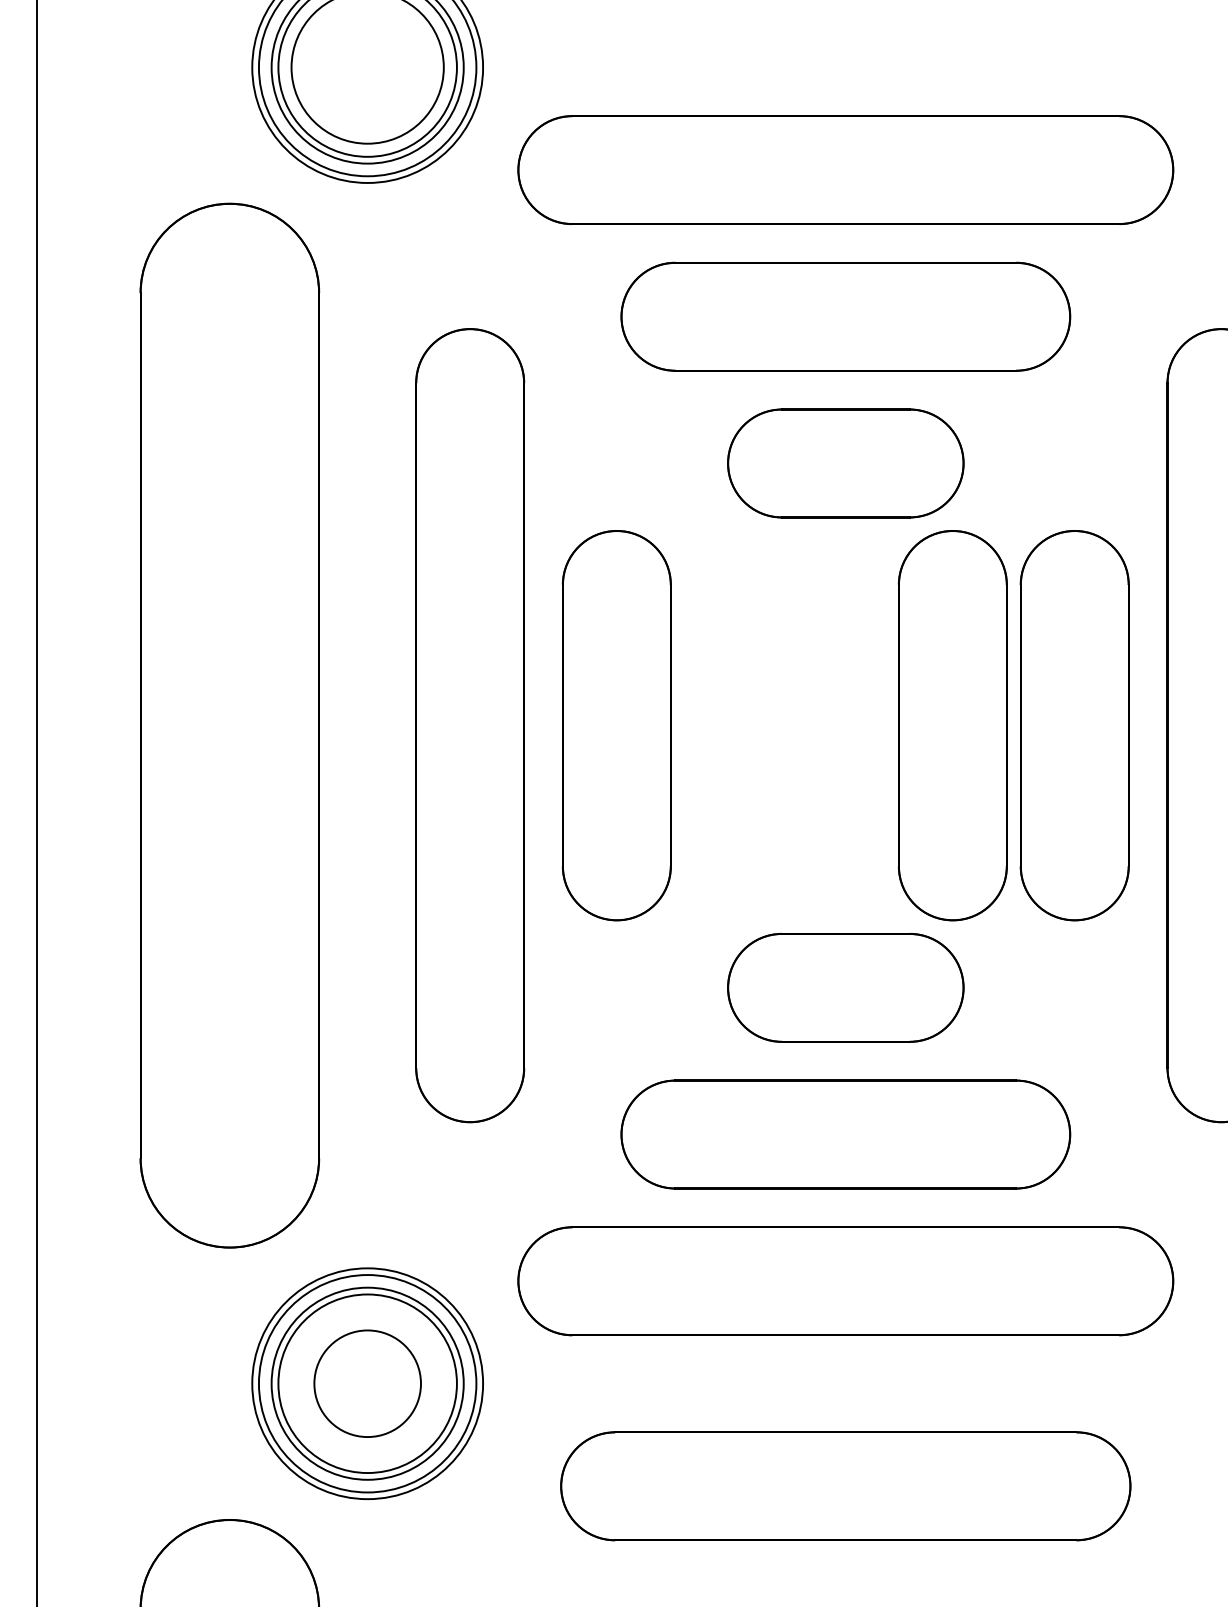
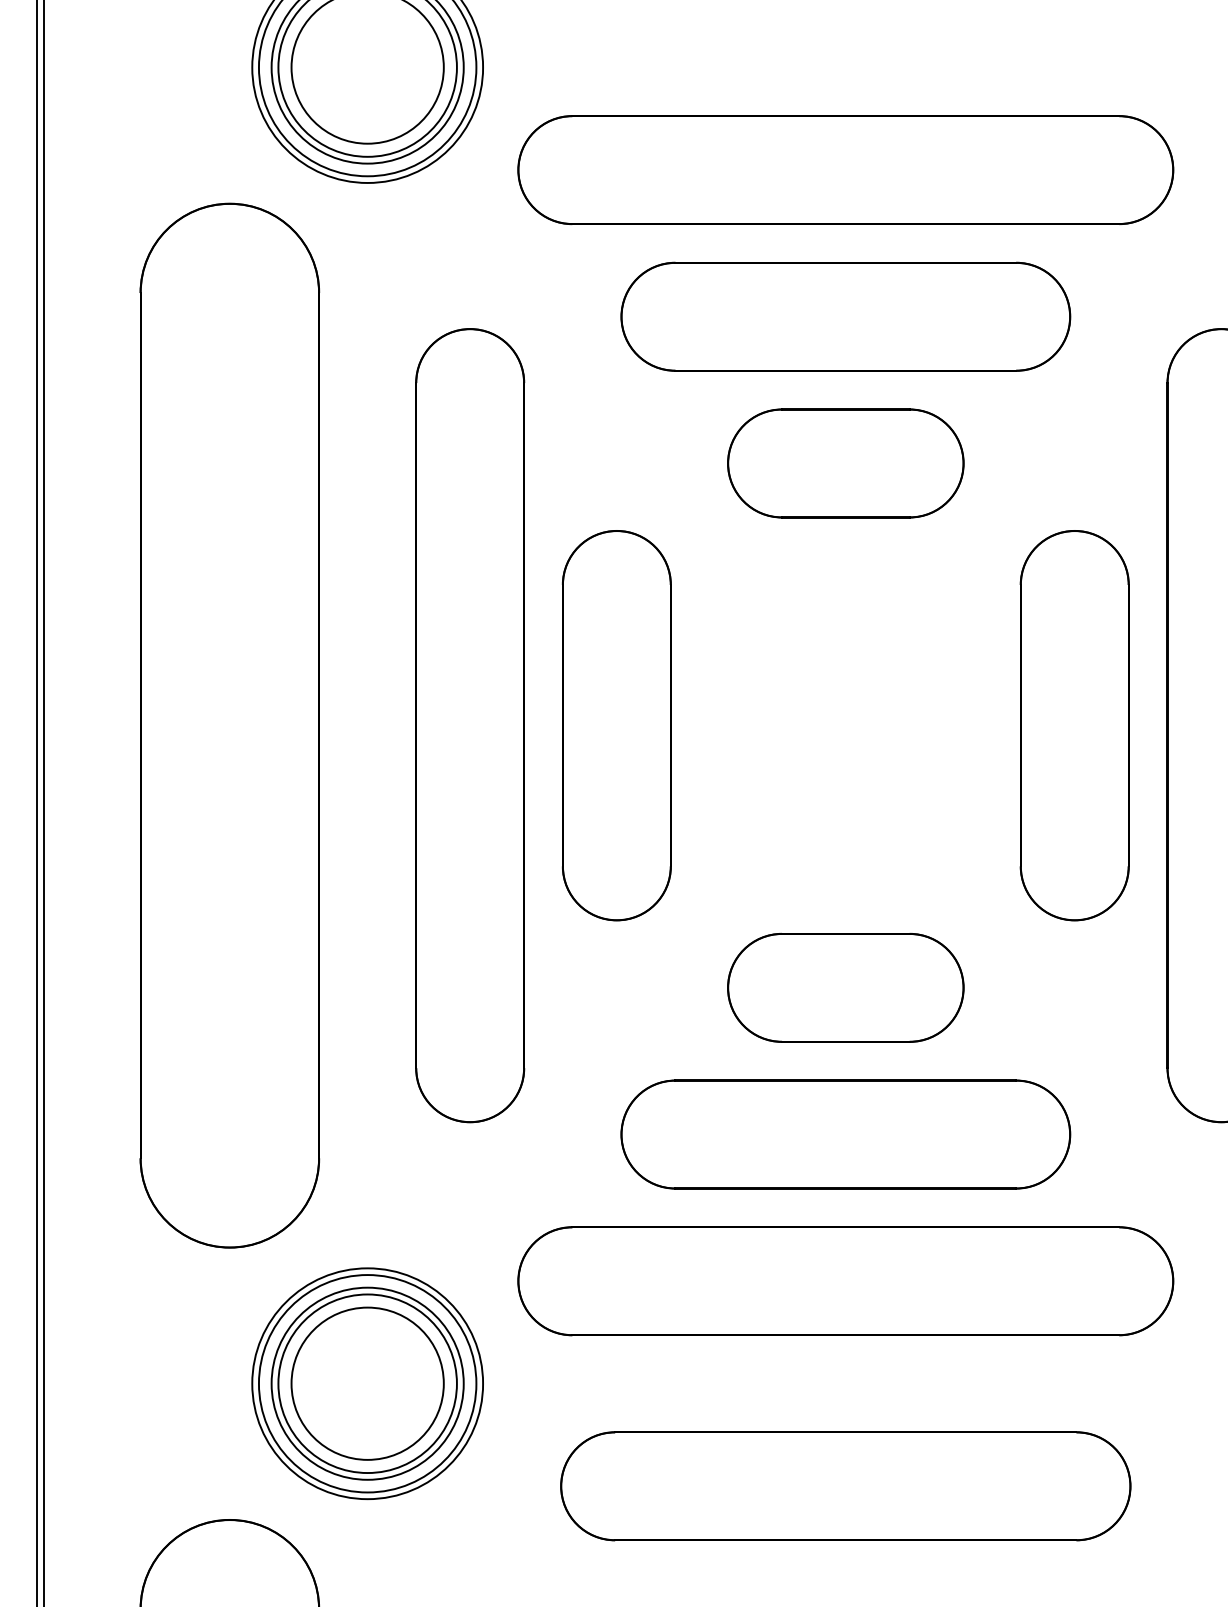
part at (952, 725): present -> none
line at (43, 802): none -> present
circle at (367, 1383) diameter: 107 px -> 152 px
